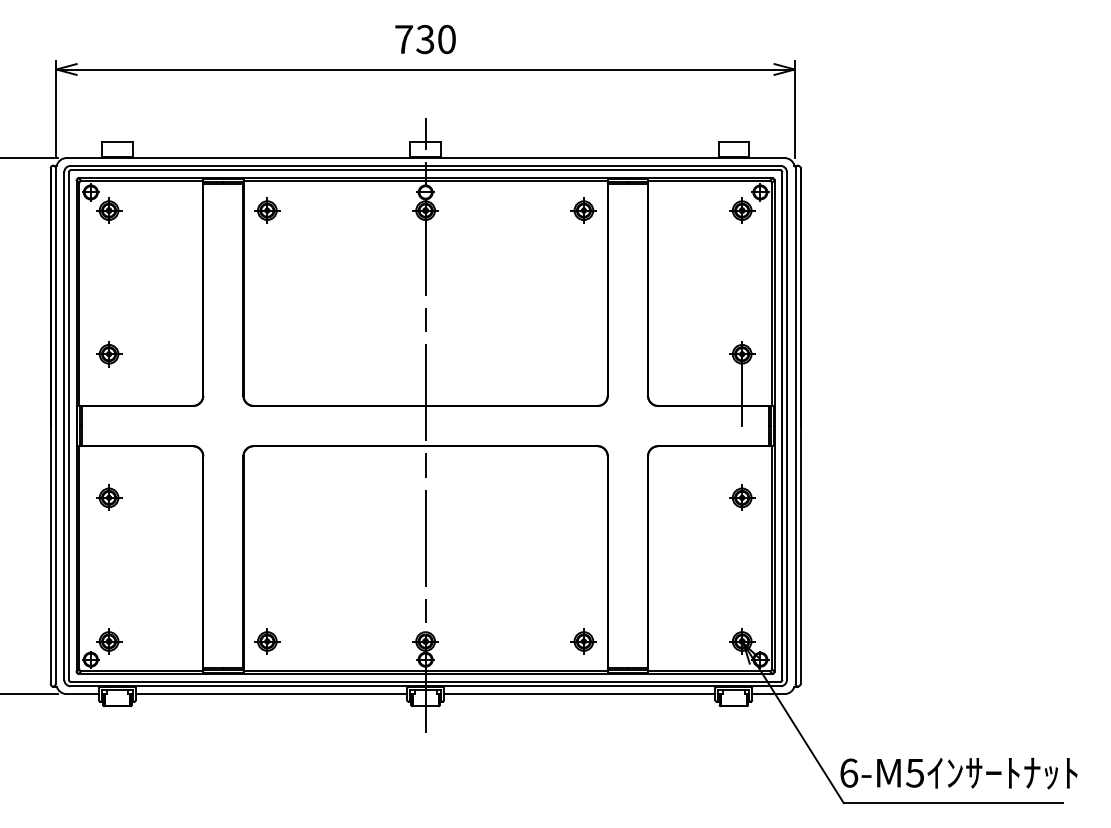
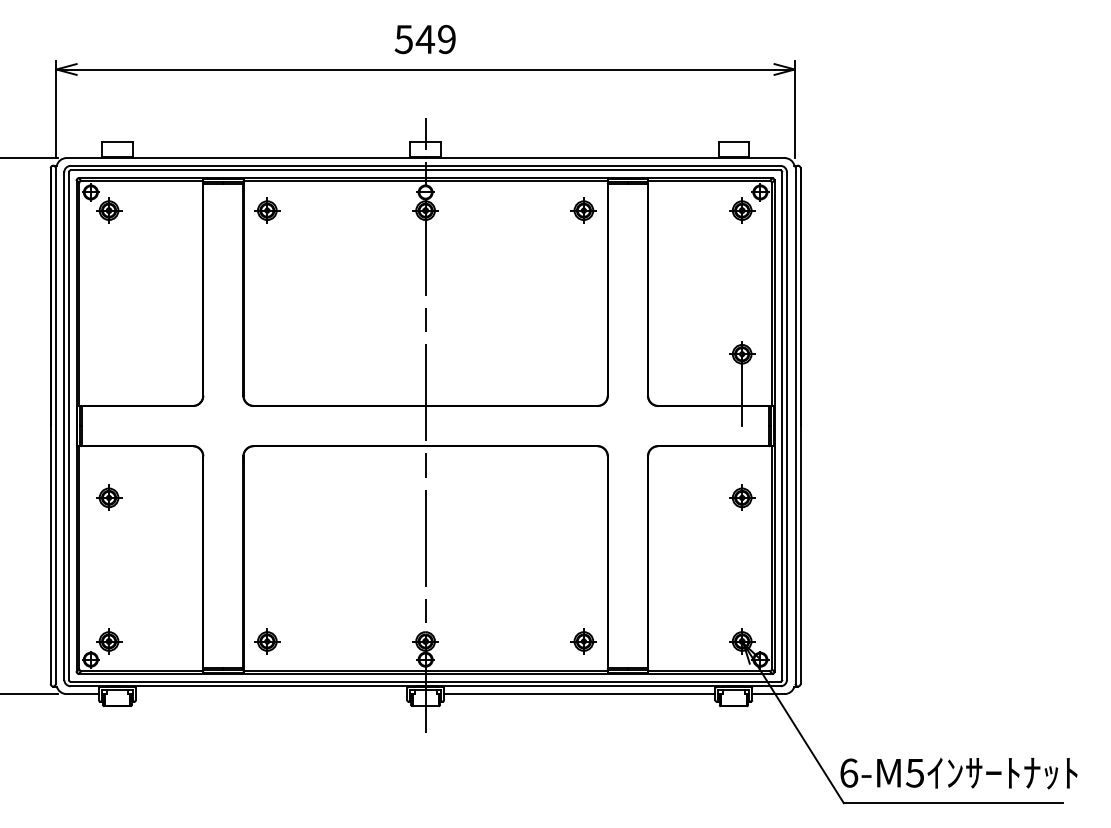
text at (424, 39): 730 -> 549
part at (109, 354): present -> none
line at (271, 694): present -> none
